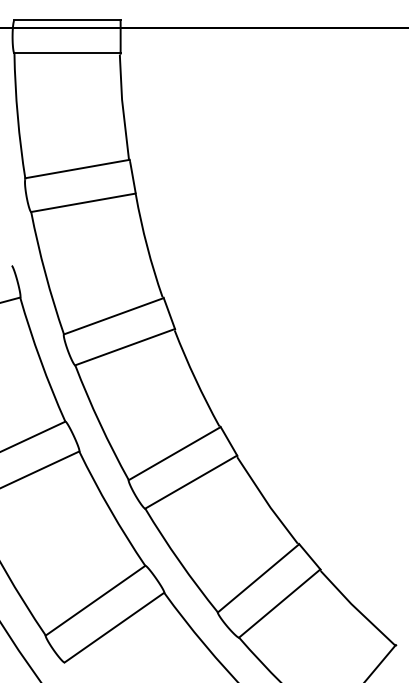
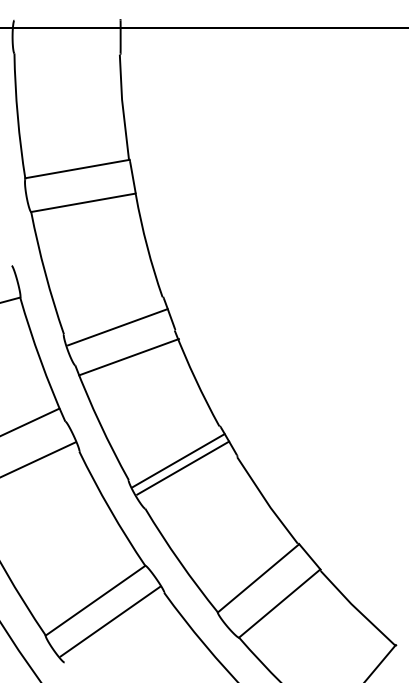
line at (67, 20): present -> none
line at (67, 53): present -> none
line at (113, 316) position: (113, 316) -> (117, 327)
line at (124, 347) position: (124, 347) -> (128, 357)
line at (33, 435) position: (33, 435) -> (30, 421)
line at (174, 453) position: (174, 453) -> (178, 460)
line at (40, 469) position: (40, 469) -> (38, 459)
line at (191, 481) position: (191, 481) -> (183, 467)
line at (114, 627) position: (114, 627) -> (110, 621)
